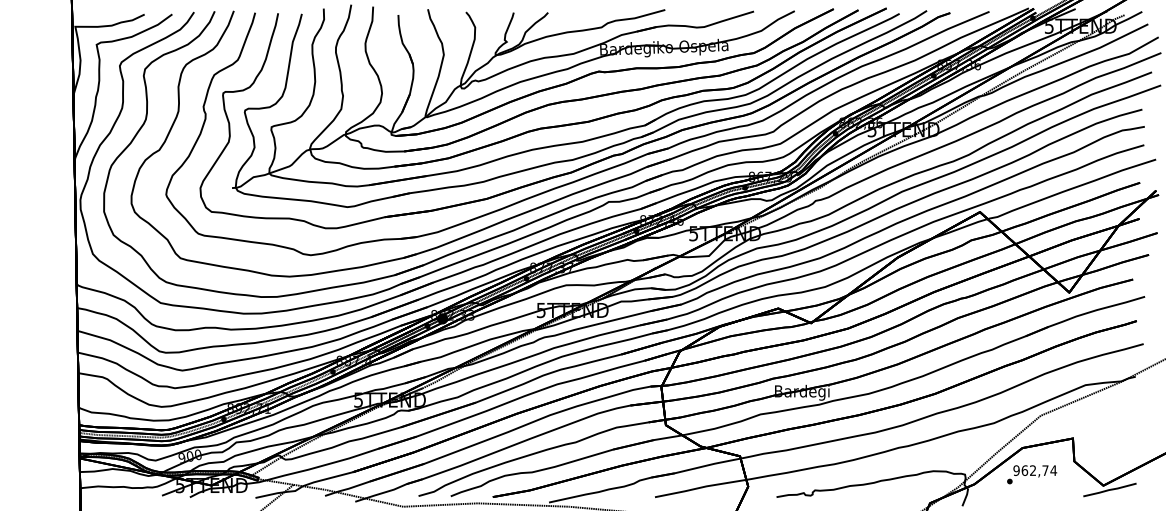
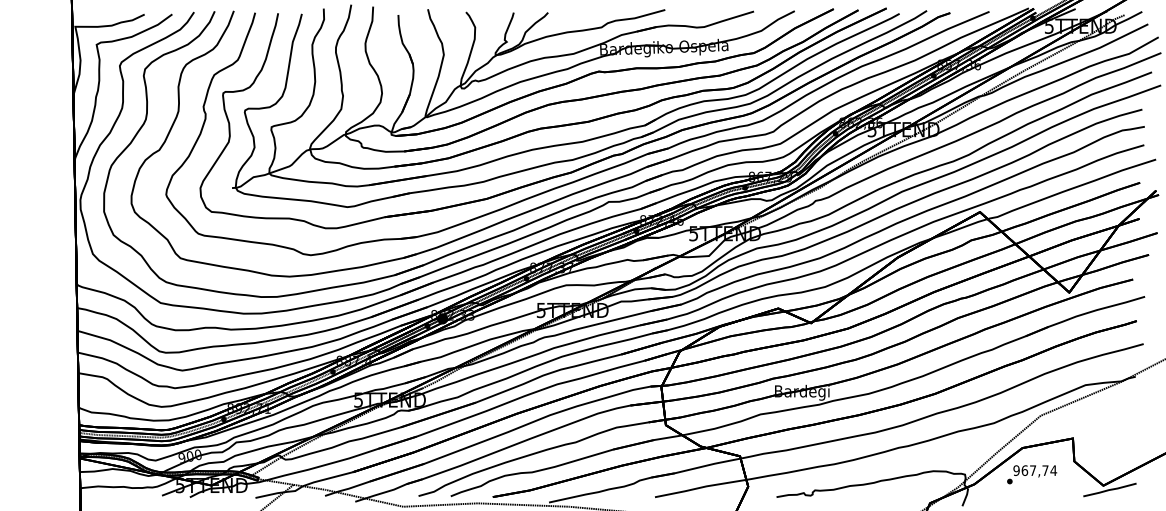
text at (1033, 470): 962,74 -> 967,74
